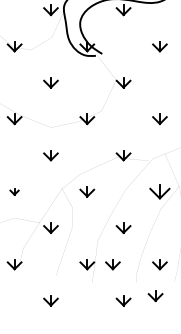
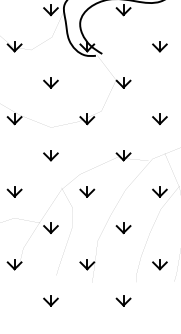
part at (14, 191) size: 11x8 px -> 17x12 px
part at (159, 191) size: 22x16 px -> 16x12 px
part at (112, 264): present -> none
part at (155, 296): present -> none
